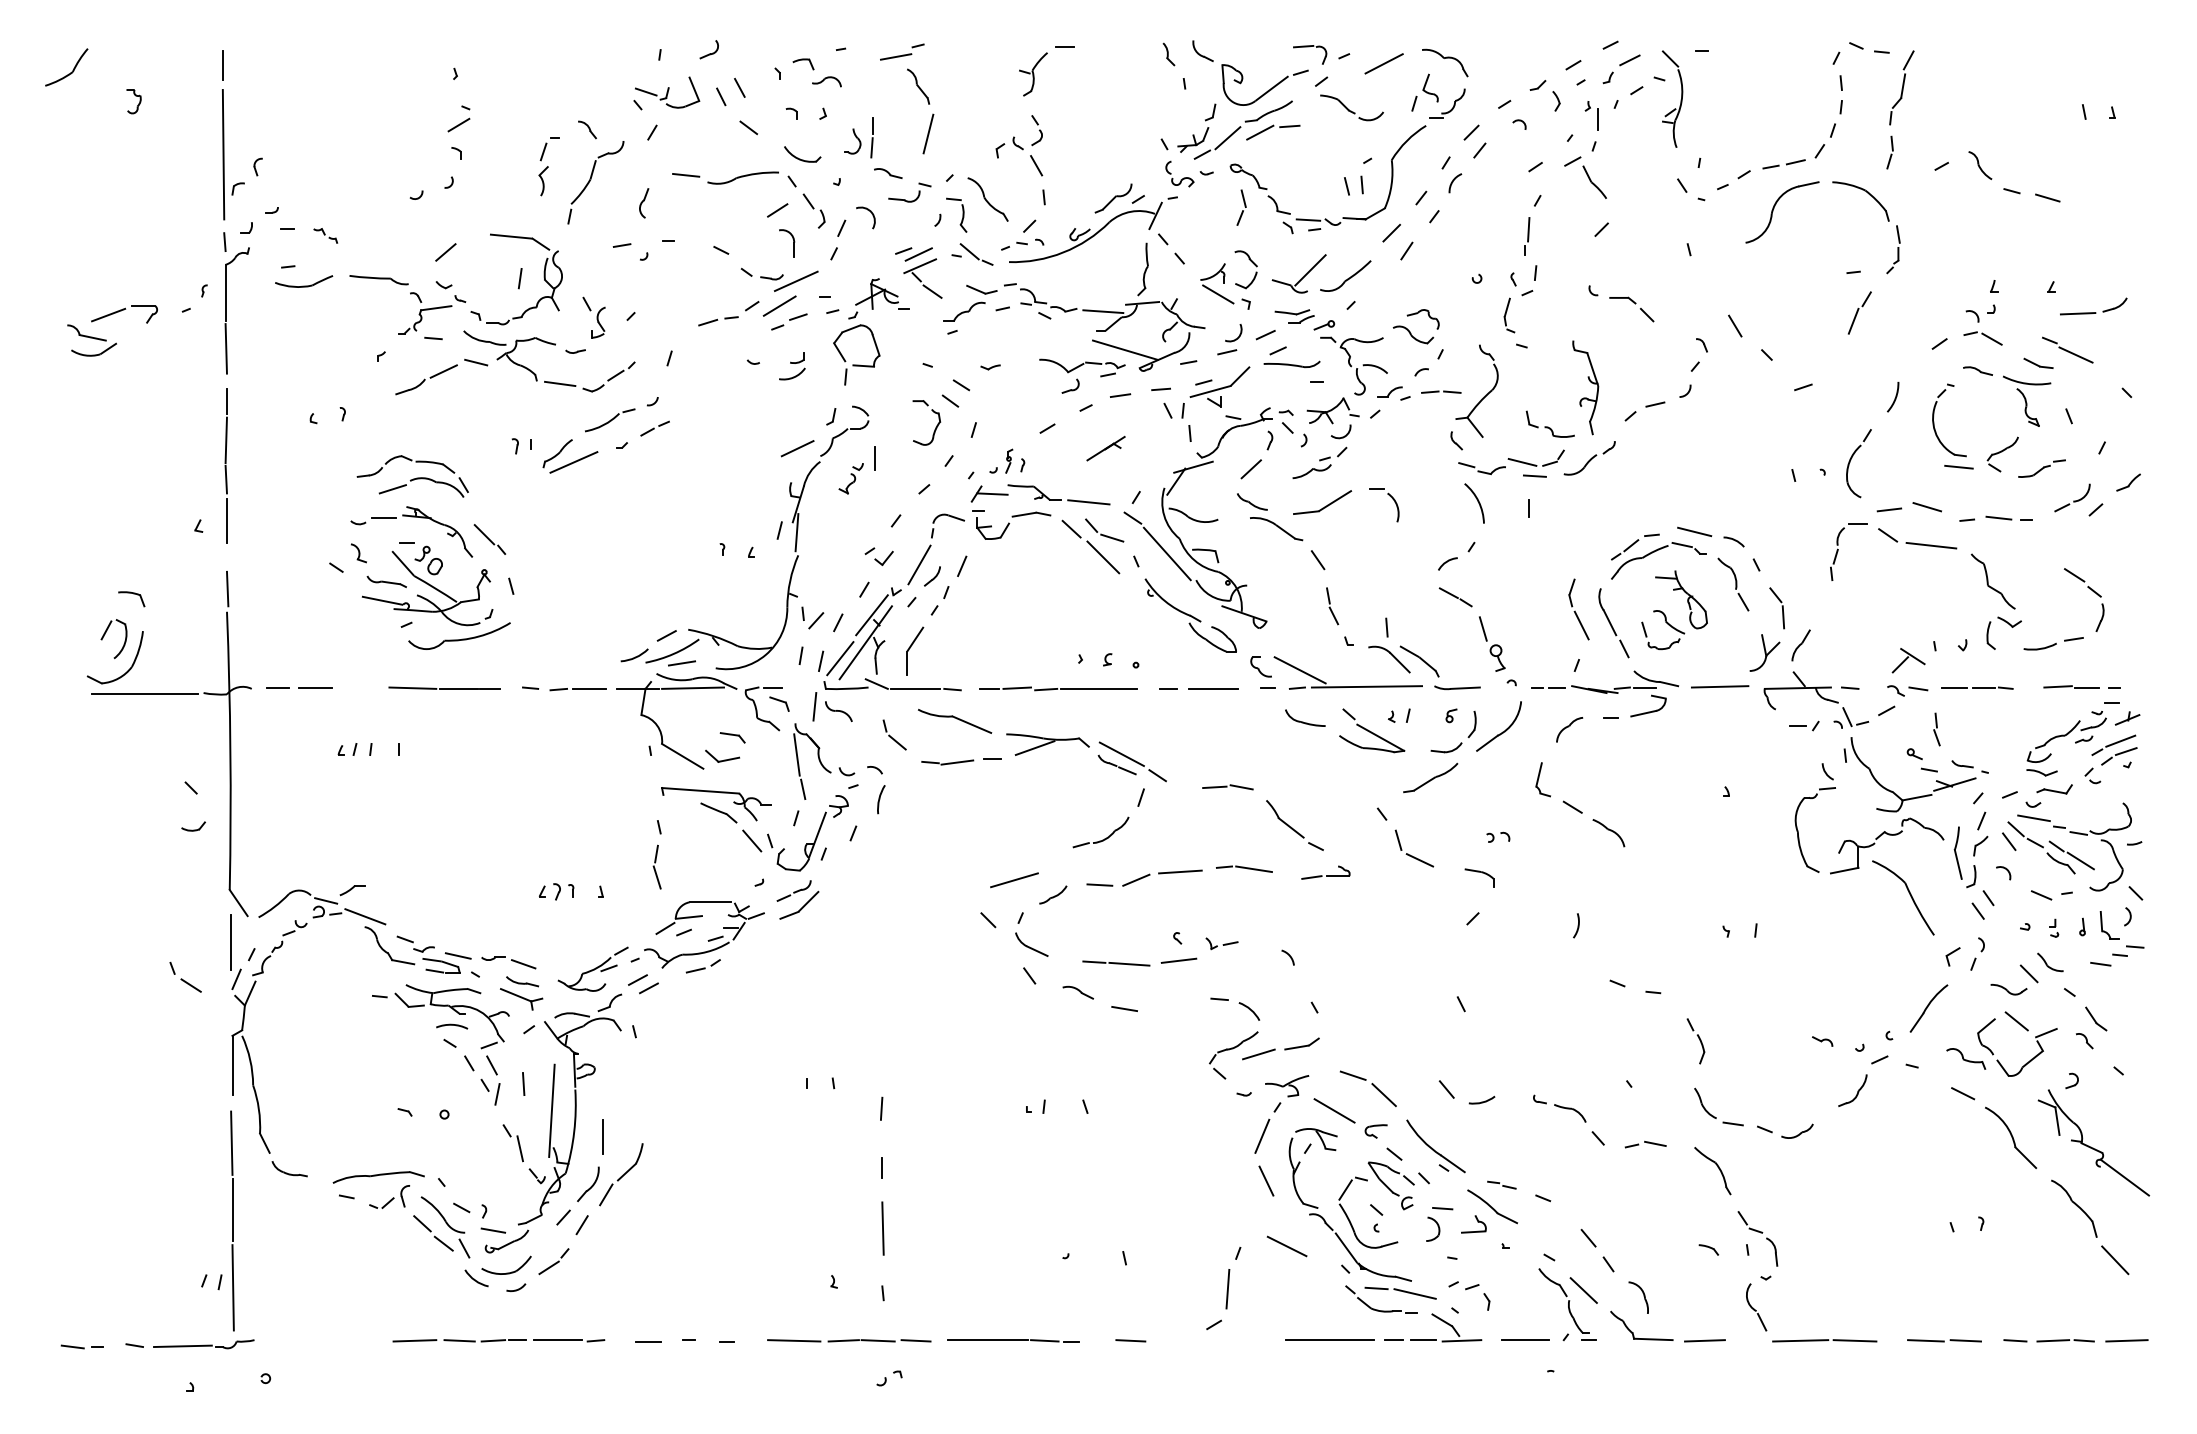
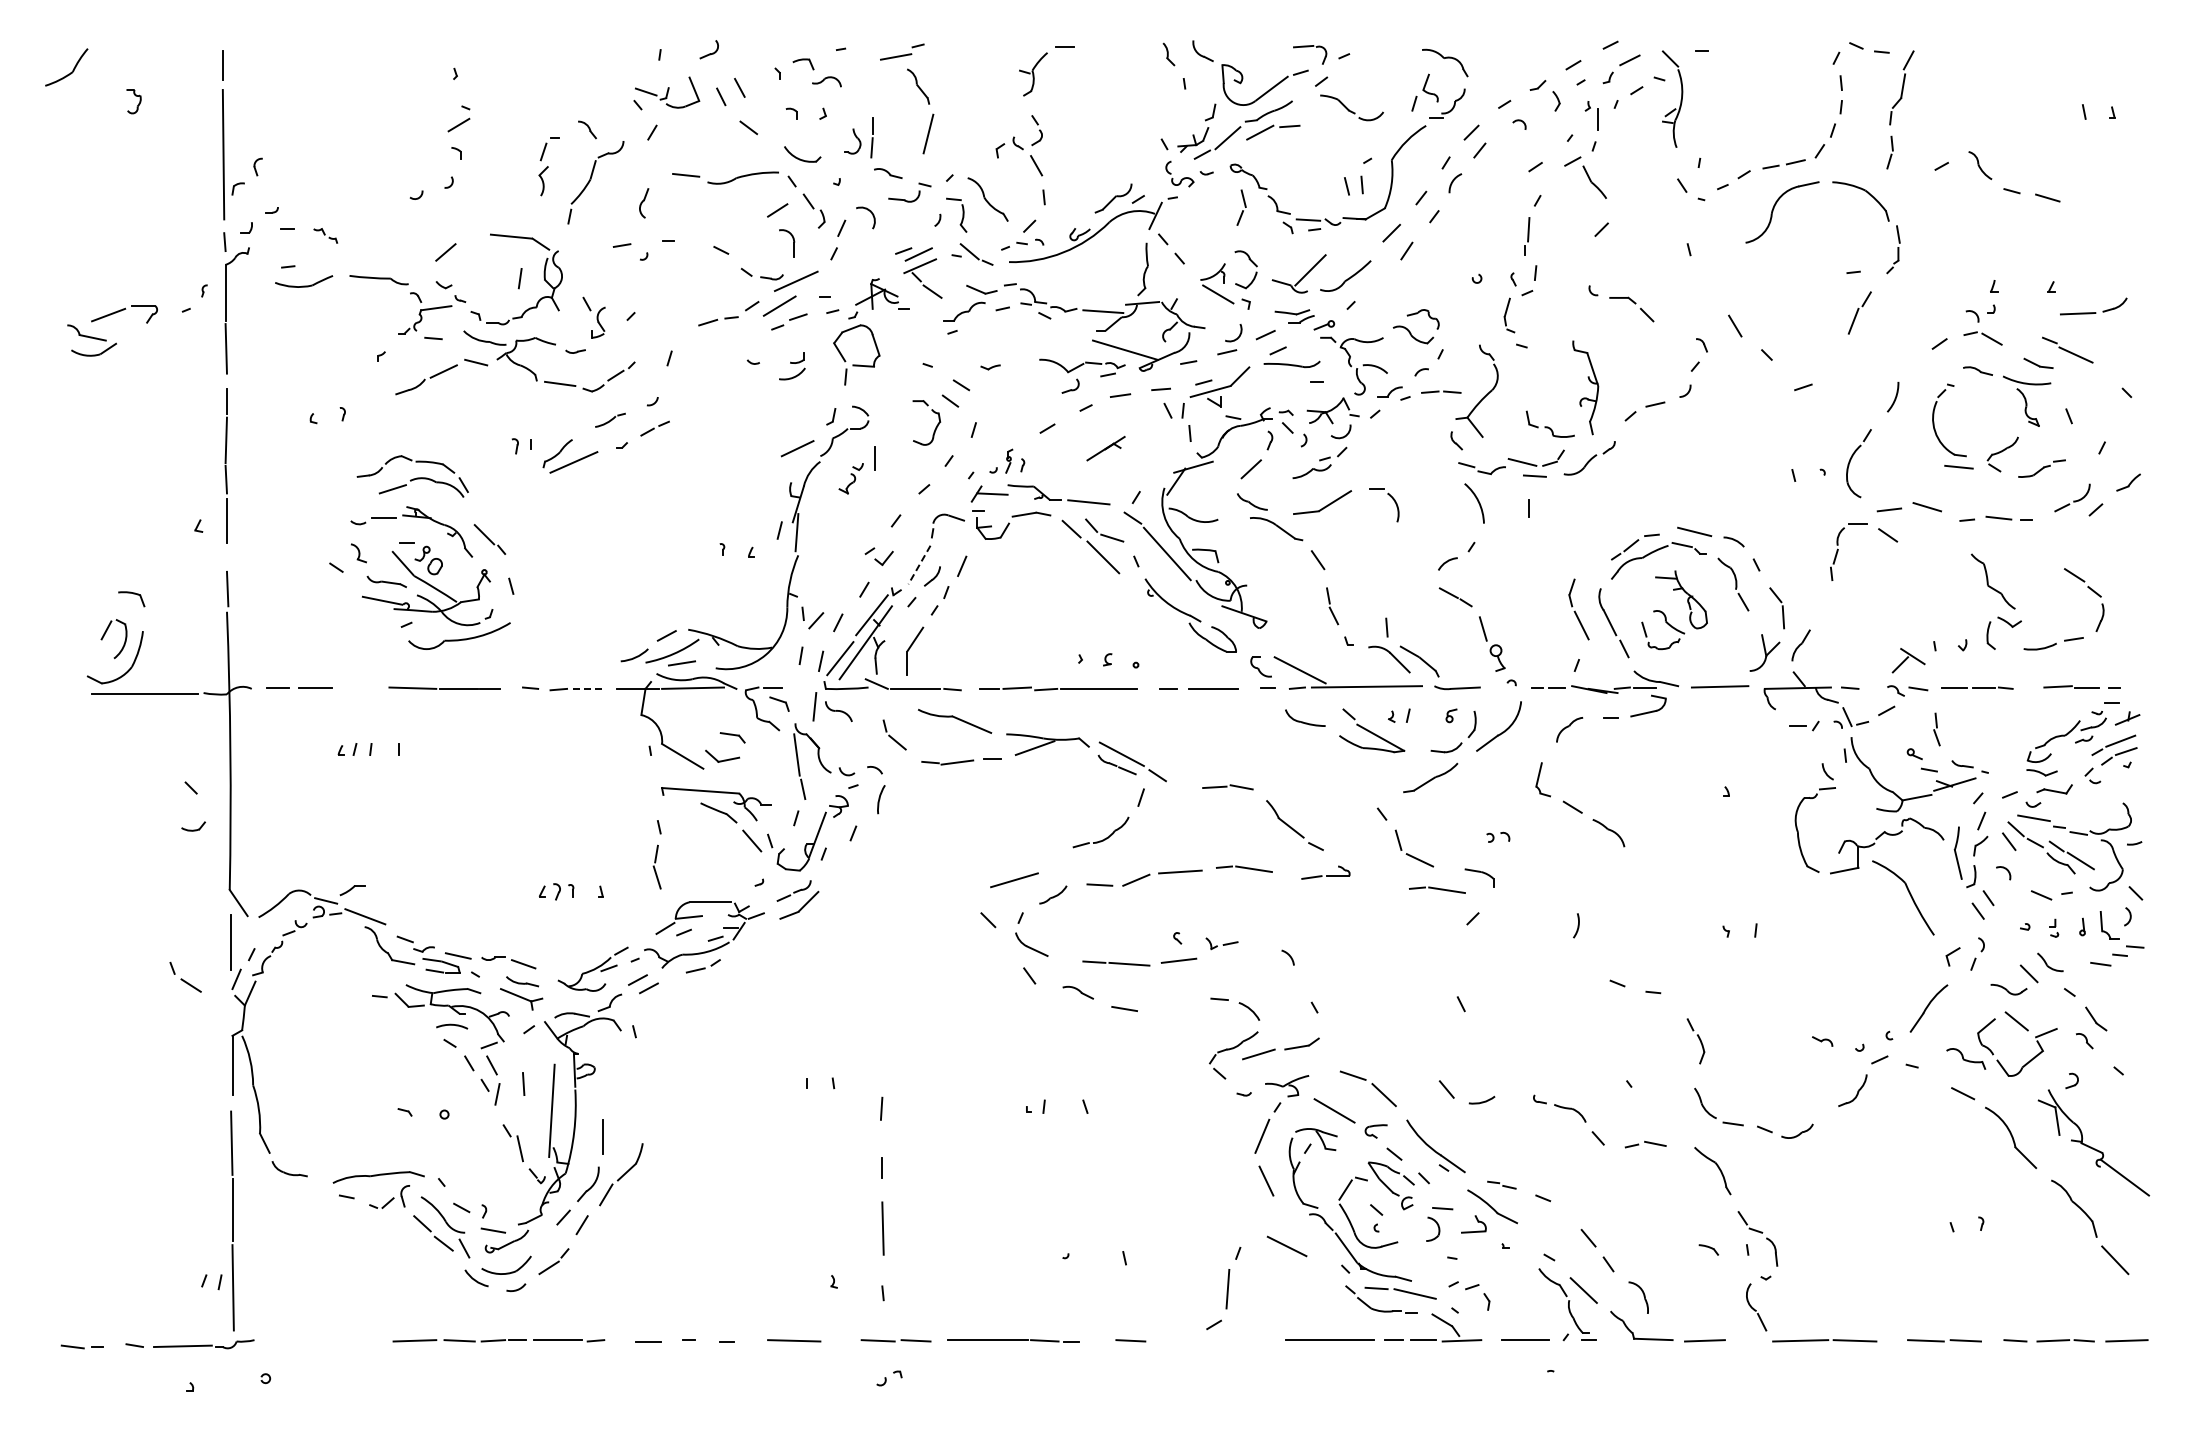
line at (1383, 63): present -> none
part at (610, 420) size: 51x25 px -> 31x16 px
line at (1931, 545): present -> none
line at (919, 565): solid -> dashed
line at (589, 688): solid -> dashed
part at (1437, 889): none -> present
line at (843, 1340): present -> none
